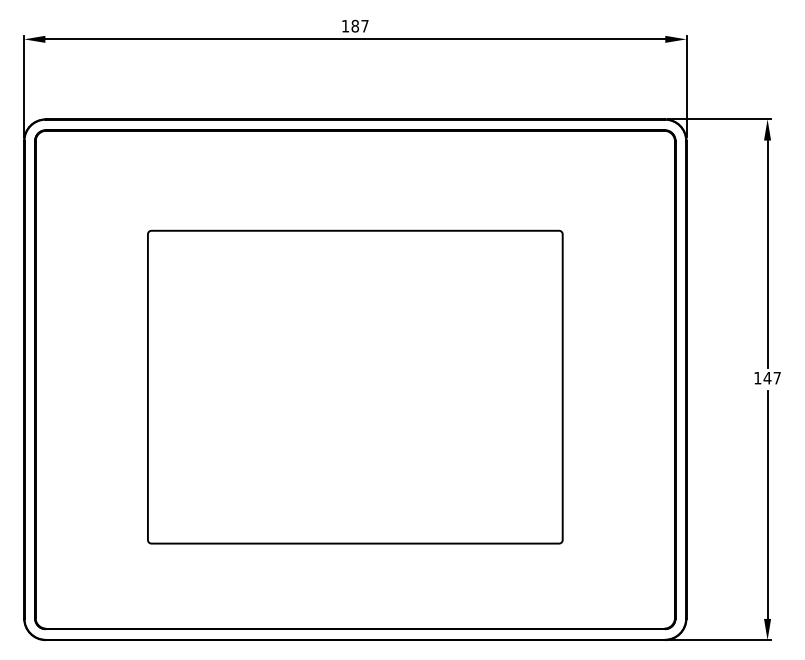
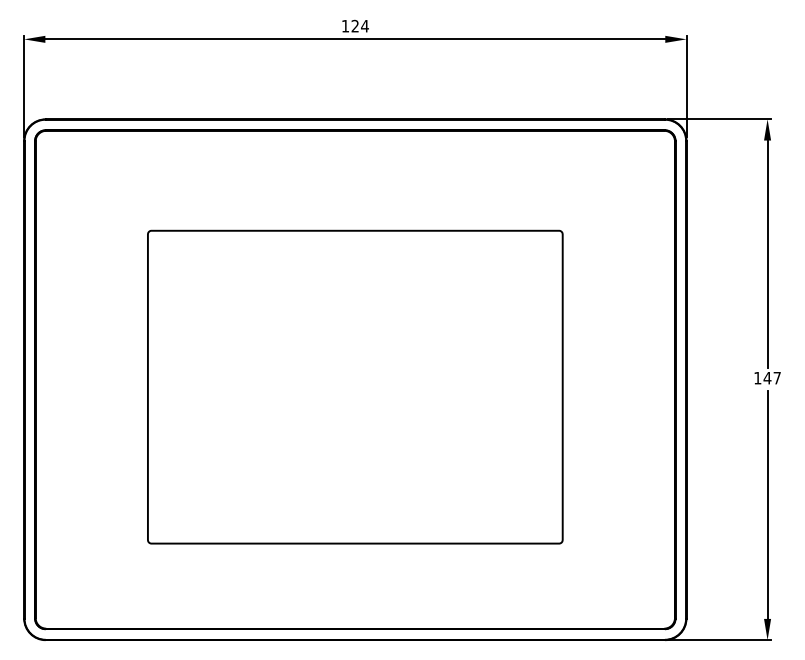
text at (359, 26): 187 -> 124
